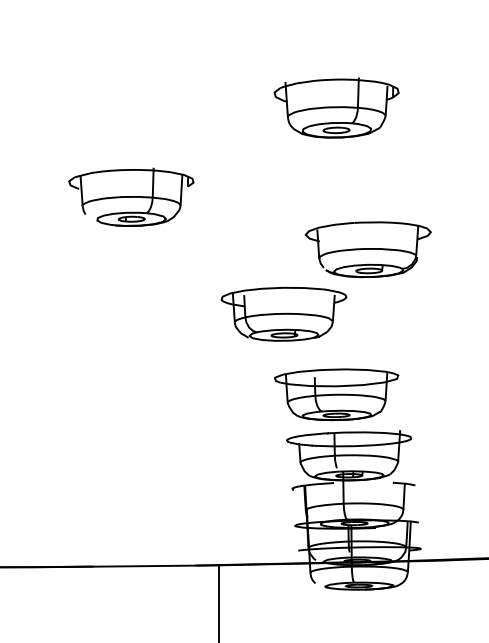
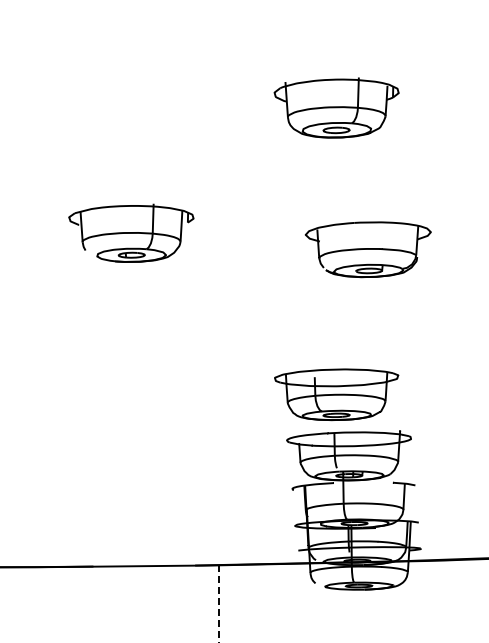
part at (131, 196) position: (131, 196) -> (131, 232)
part at (283, 313): present -> none
line at (218, 603): solid -> dashed
